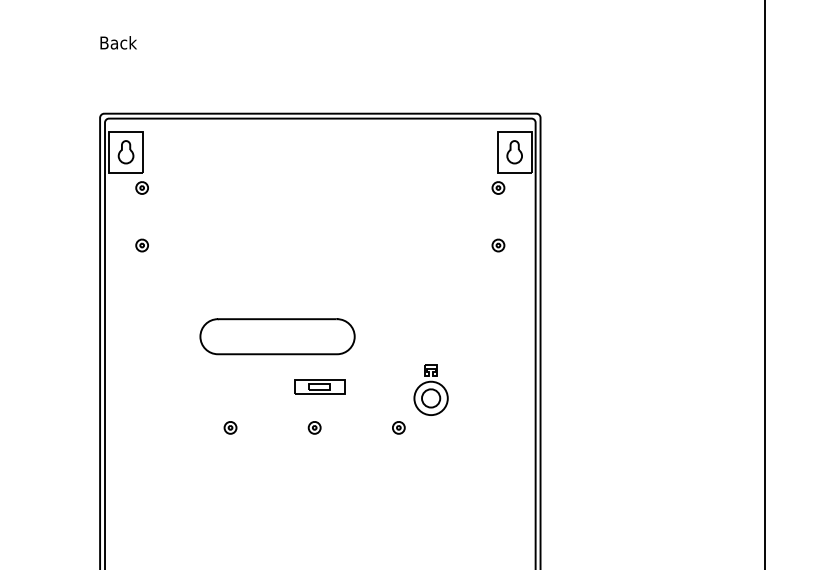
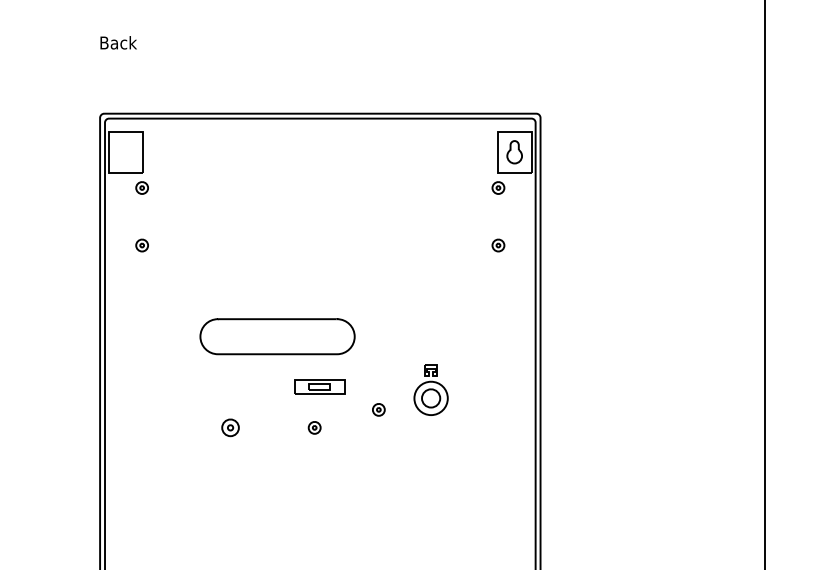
part at (125, 152): present -> none
part at (230, 427) size: 15x14 px -> 19x20 px
part at (398, 427) position: (398, 427) -> (378, 409)
